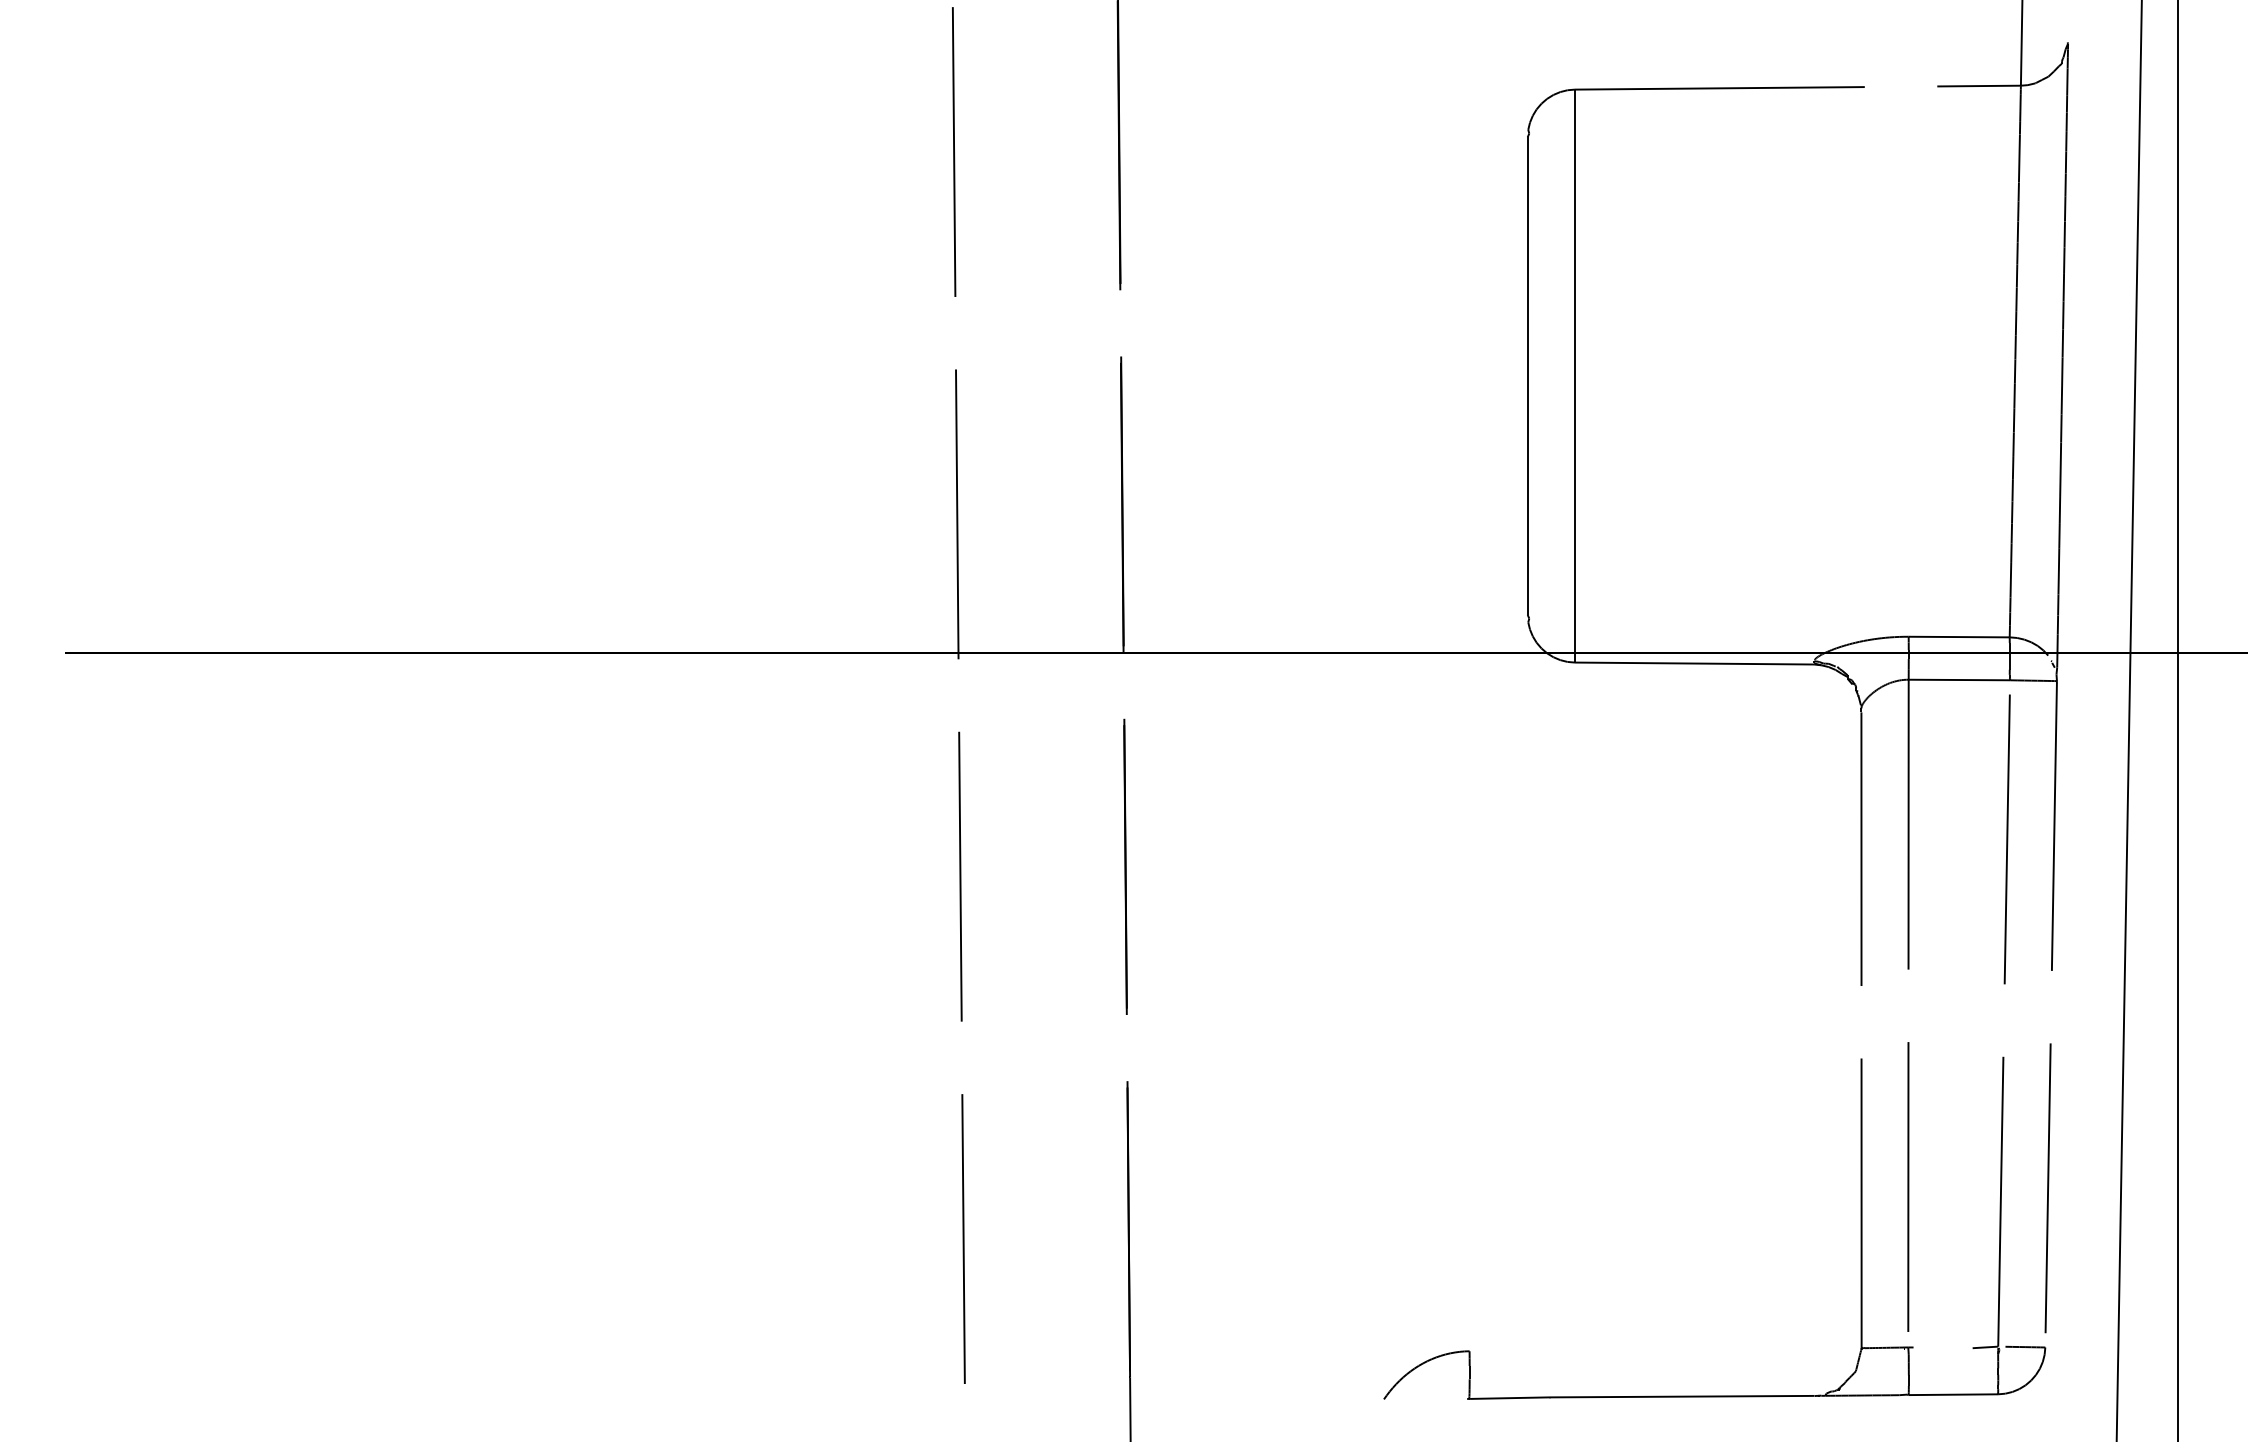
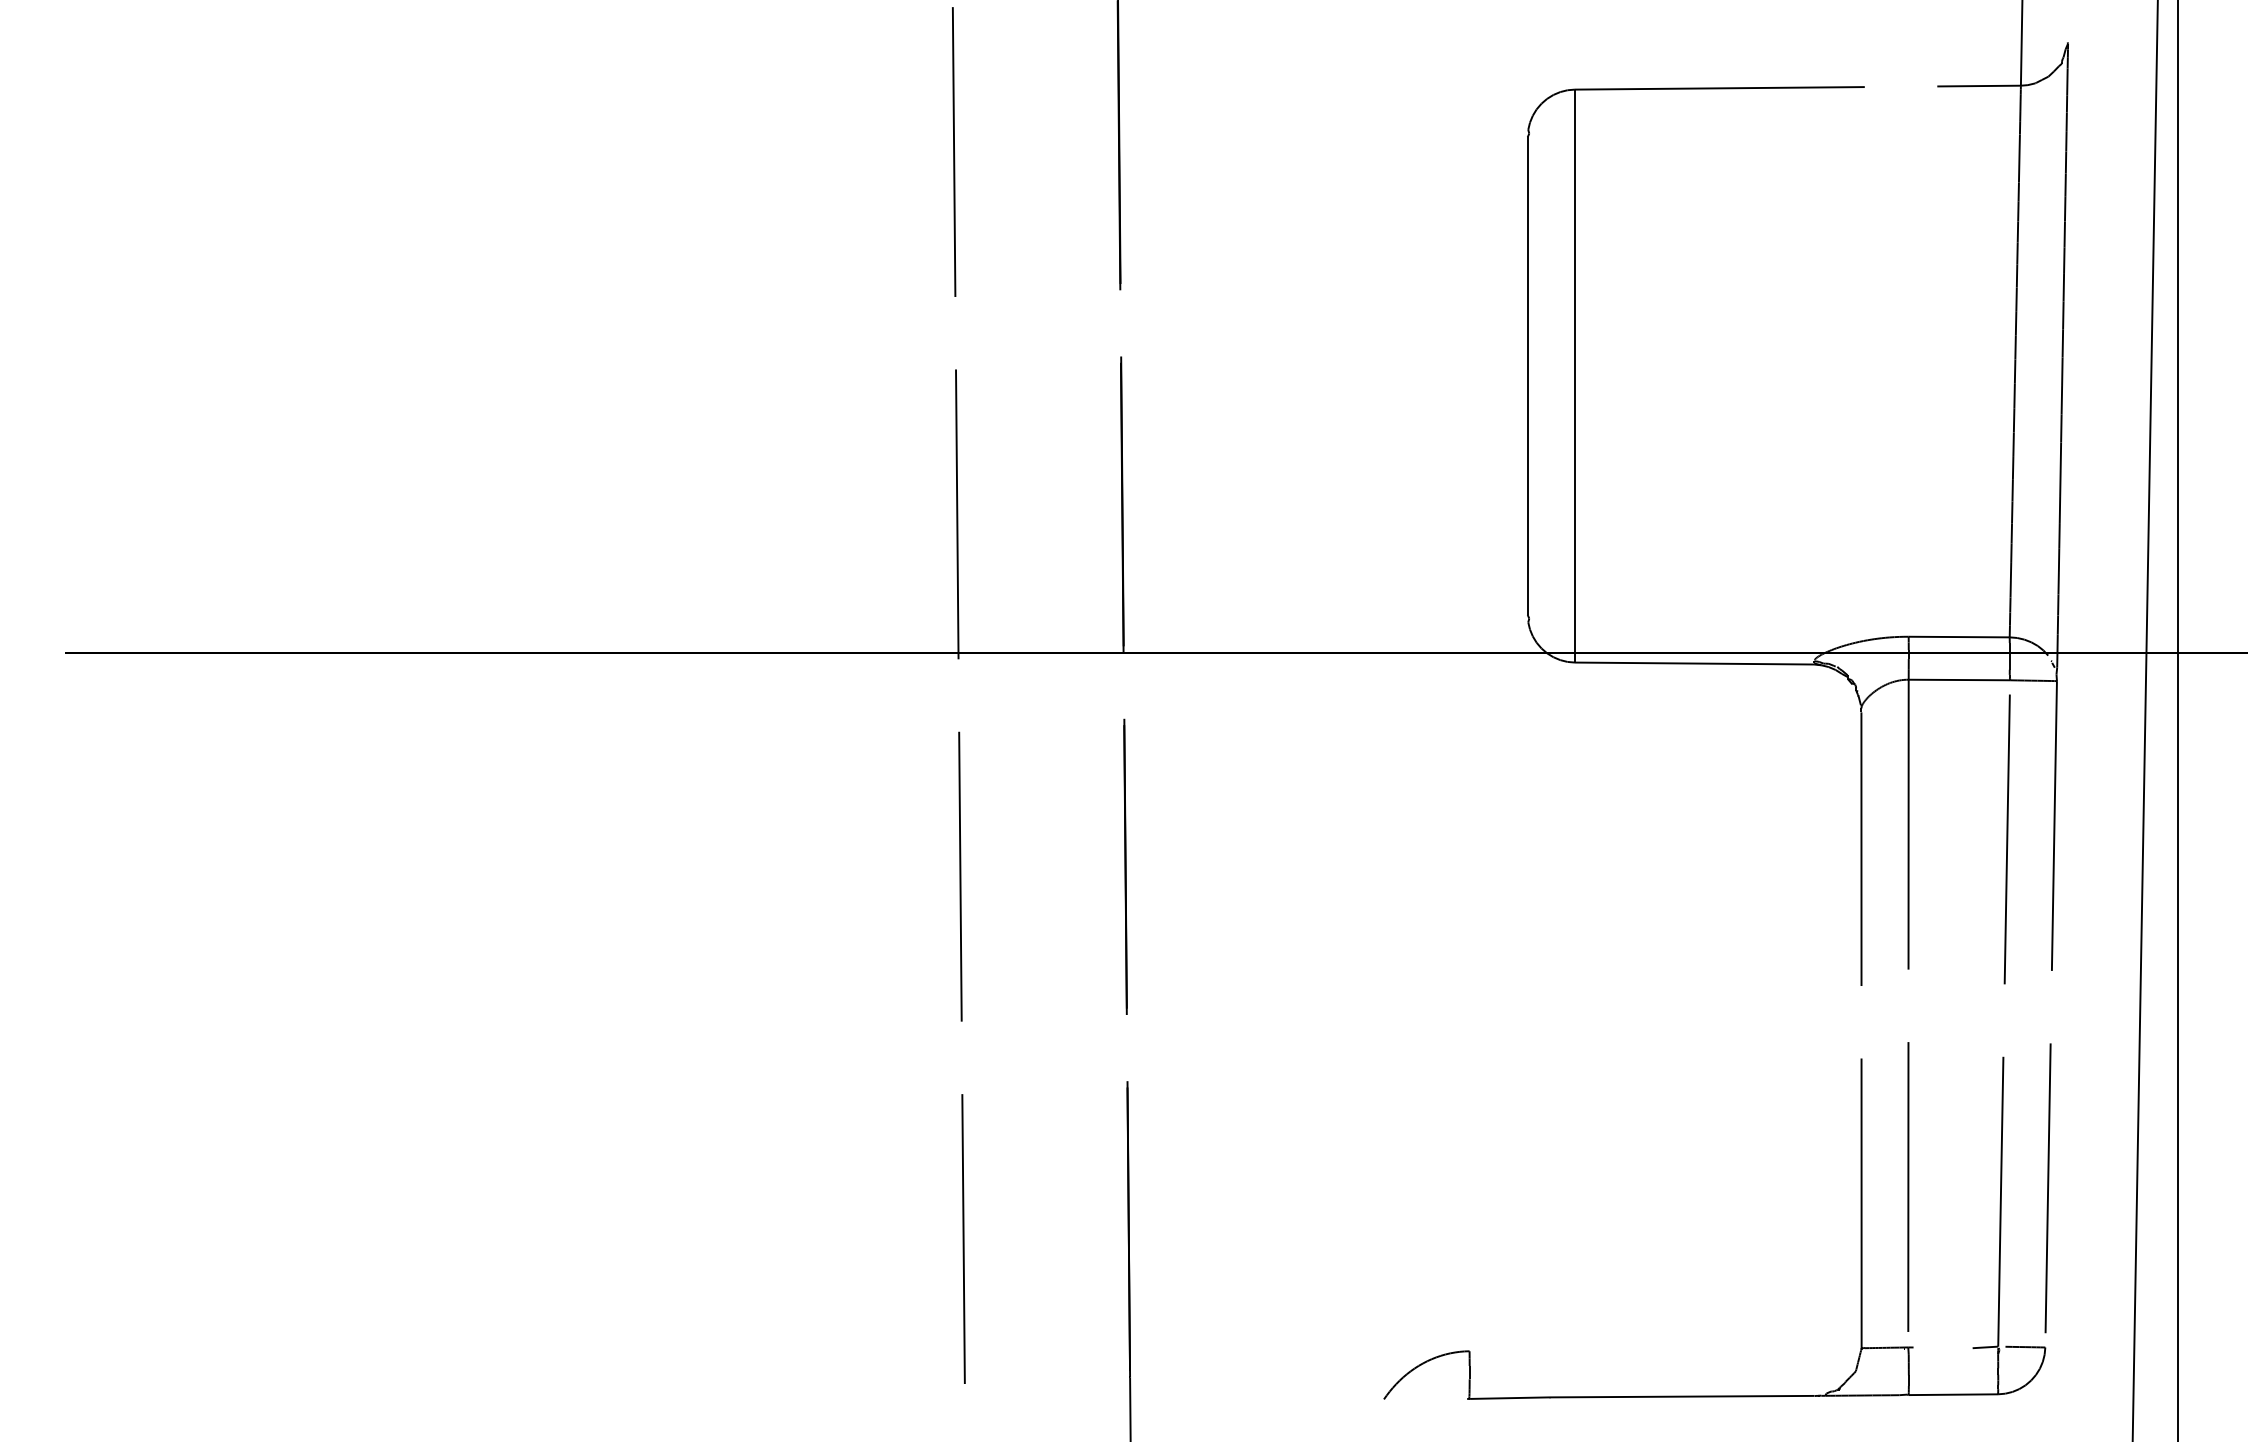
line at (2128, 720) position: (2128, 720) -> (2144, 720)
